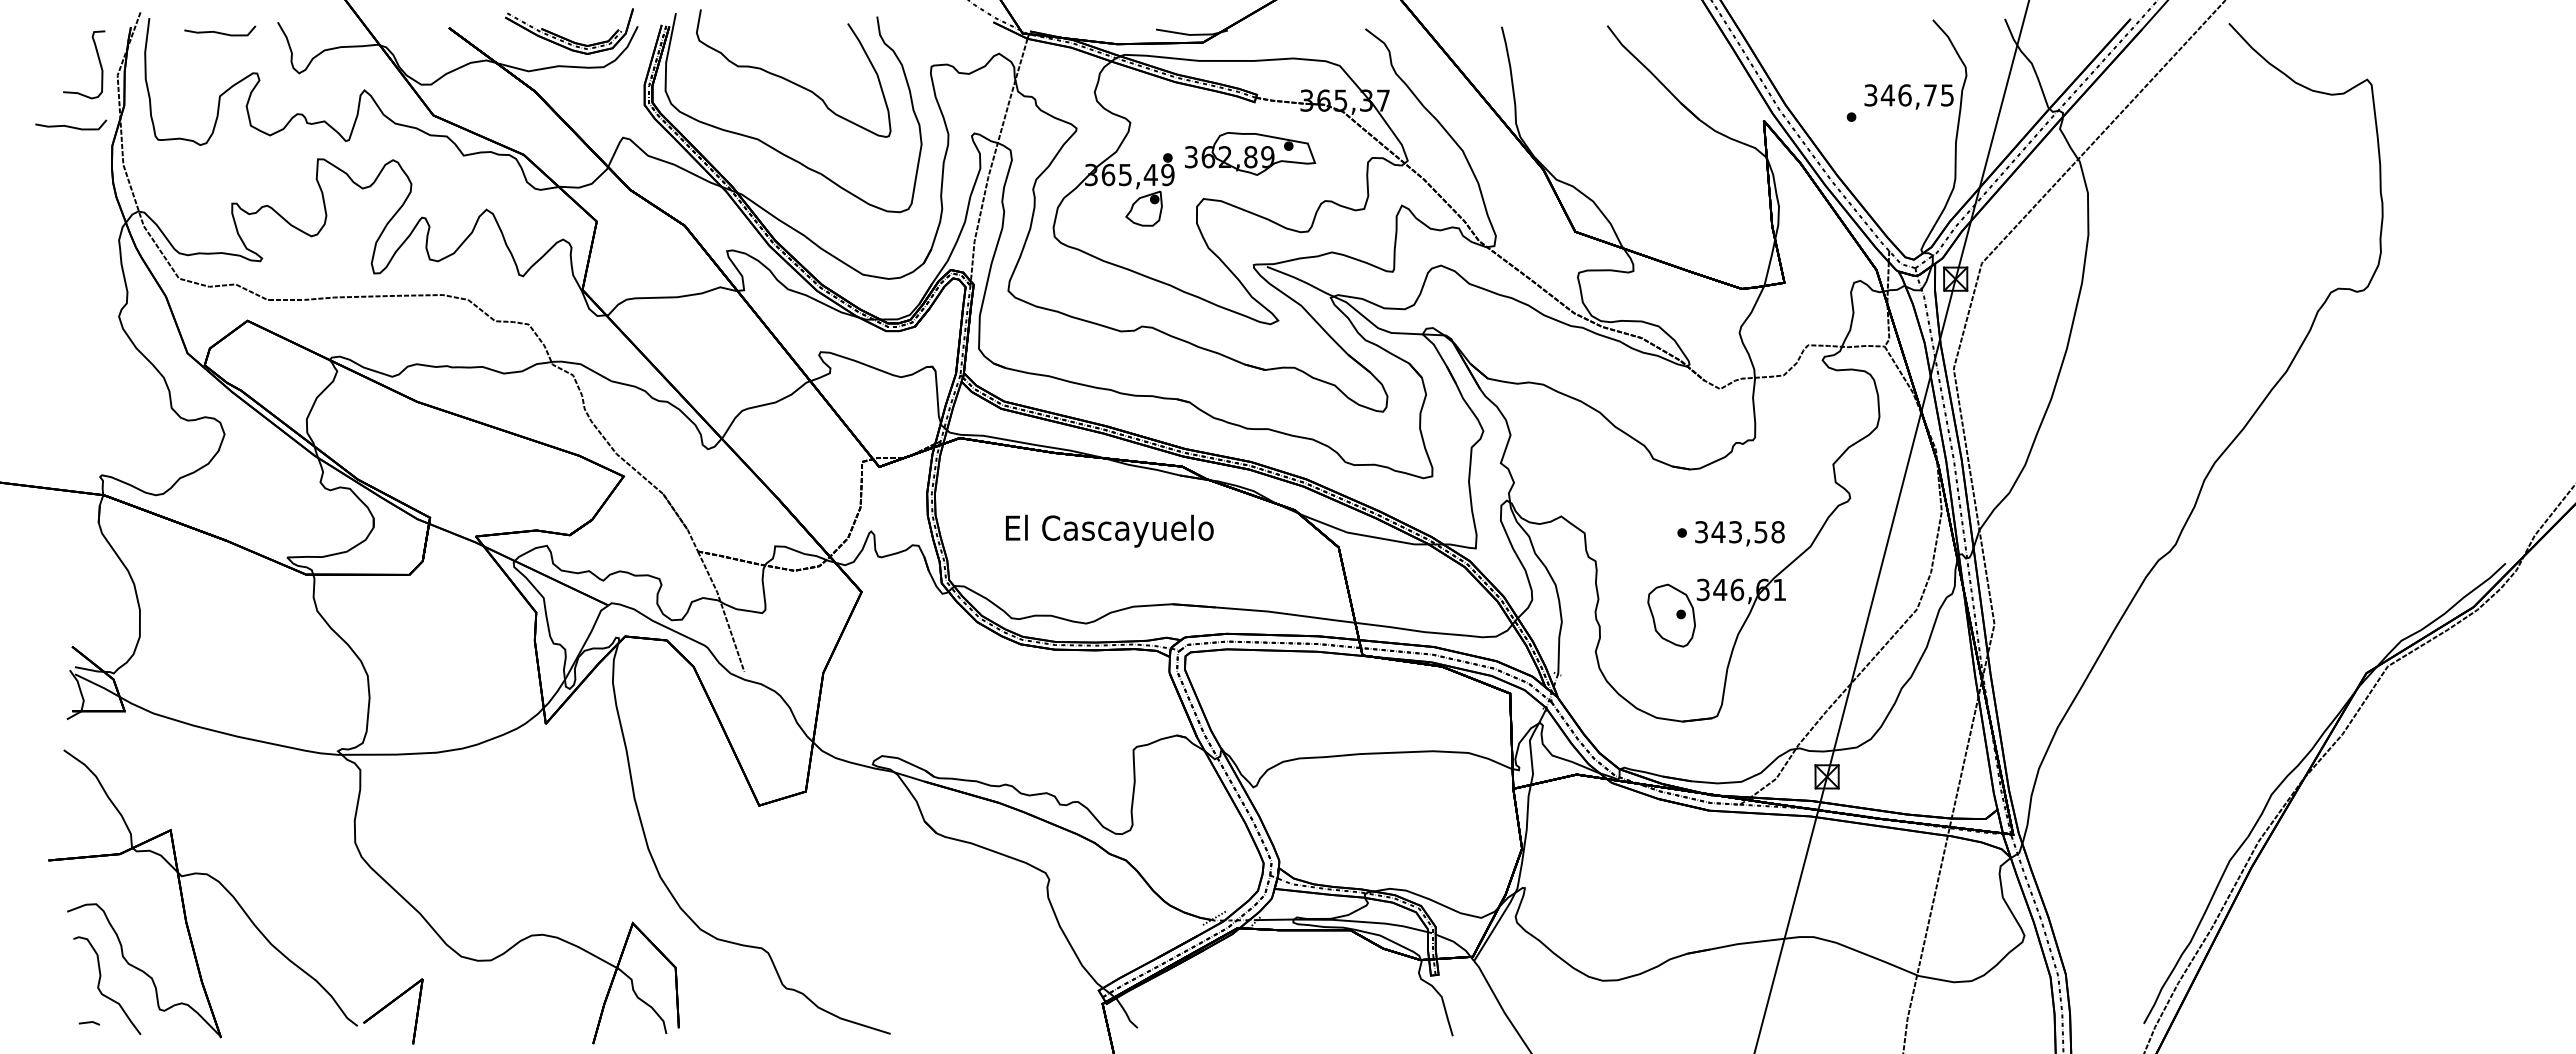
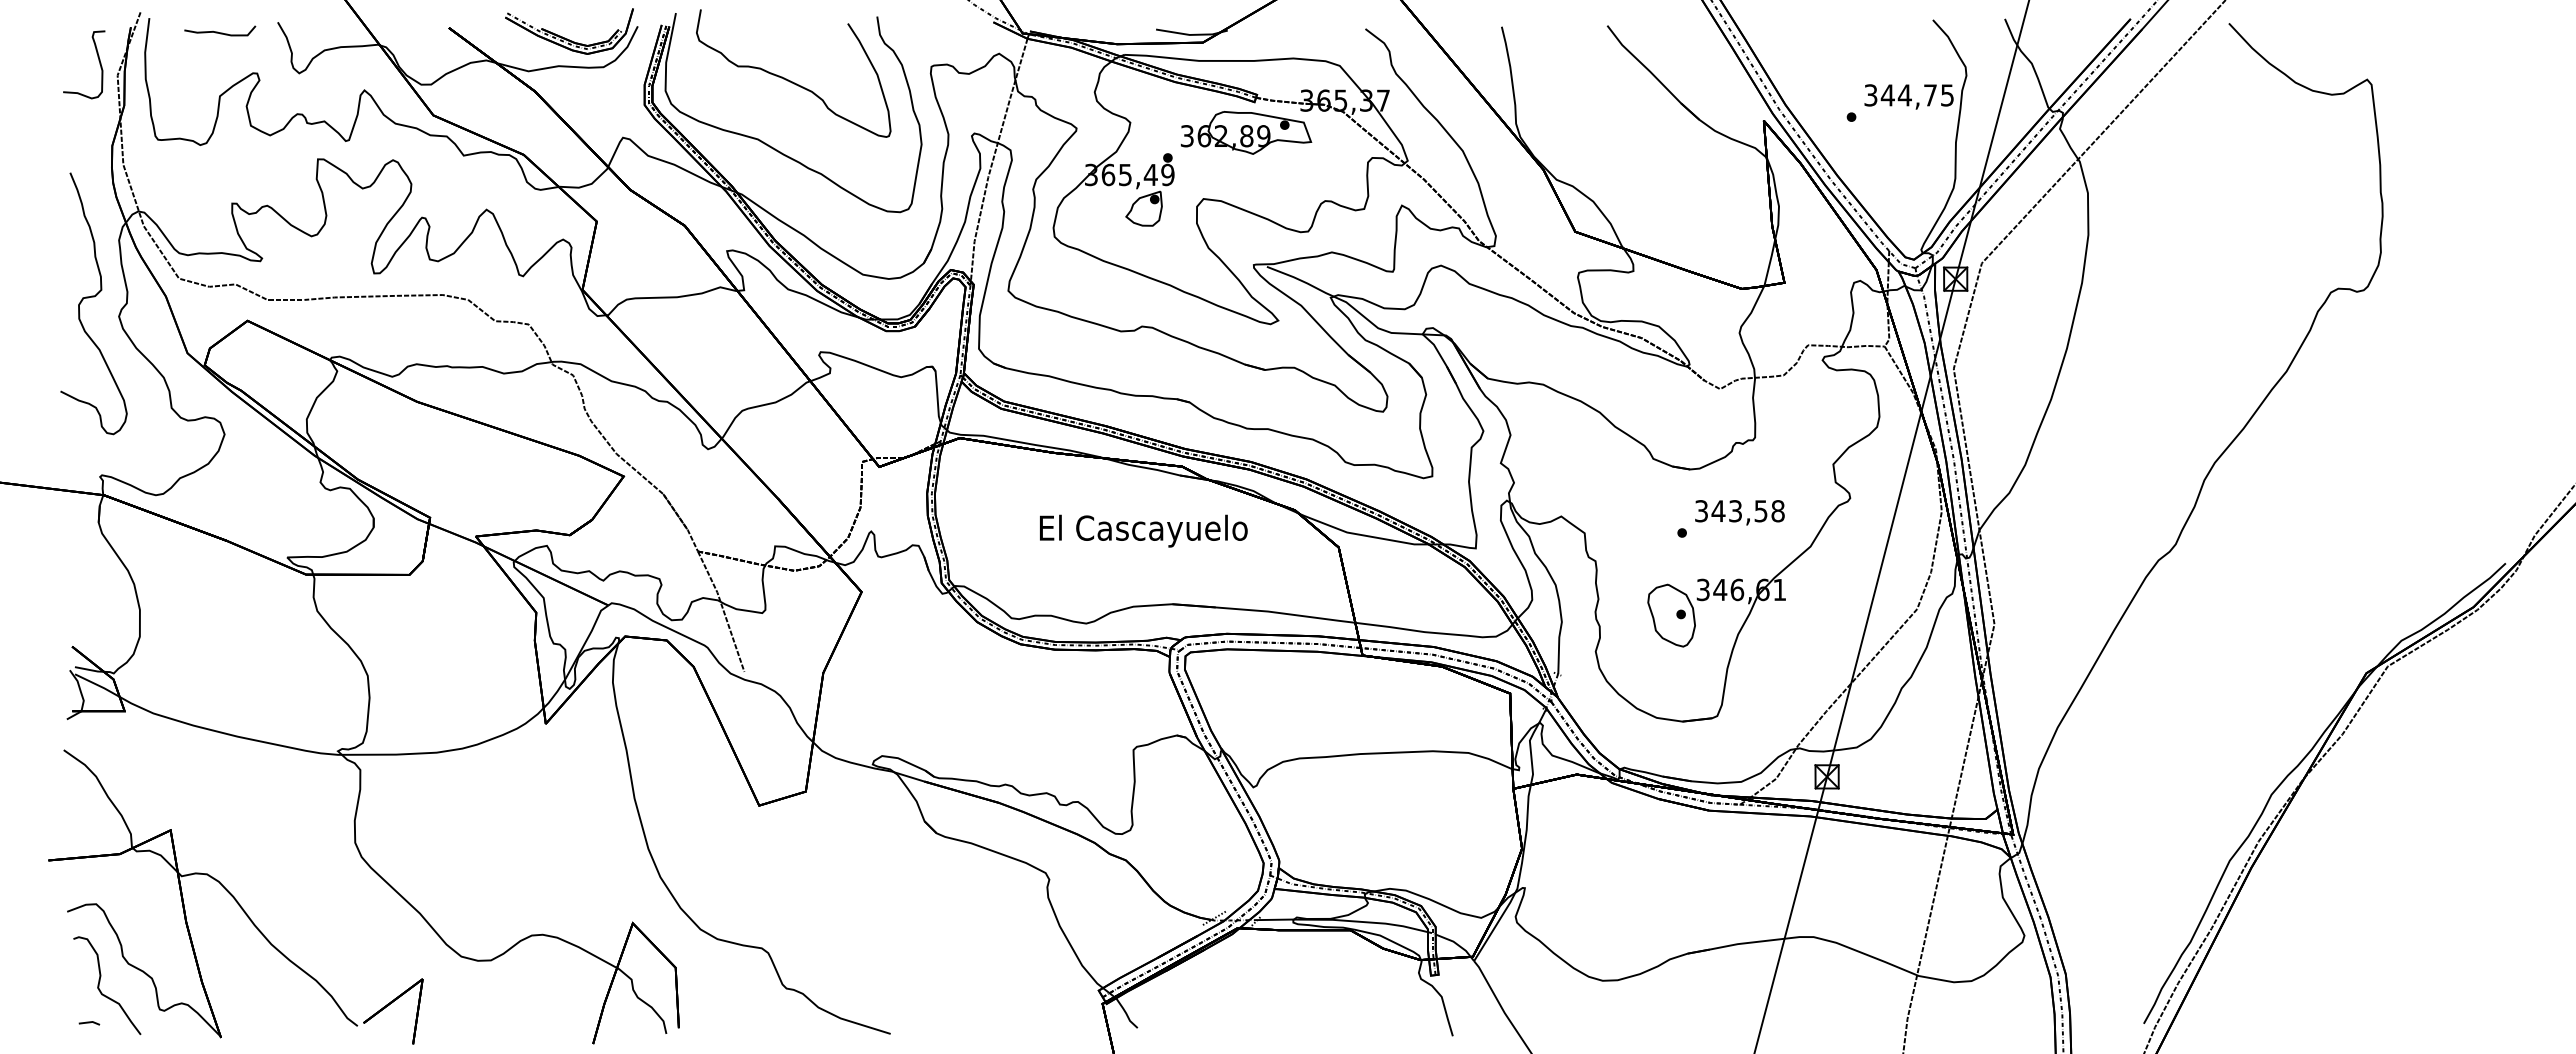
text at (1904, 95): 346,75 -> 344,75
curve at (71, 126): present -> none
part at (1250, 153) position: (1250, 153) -> (1246, 132)
curve at (93, 297): none -> present
text at (1109, 530) position: (1109, 530) -> (1143, 530)
text at (1739, 533) position: (1739, 533) -> (1739, 512)
